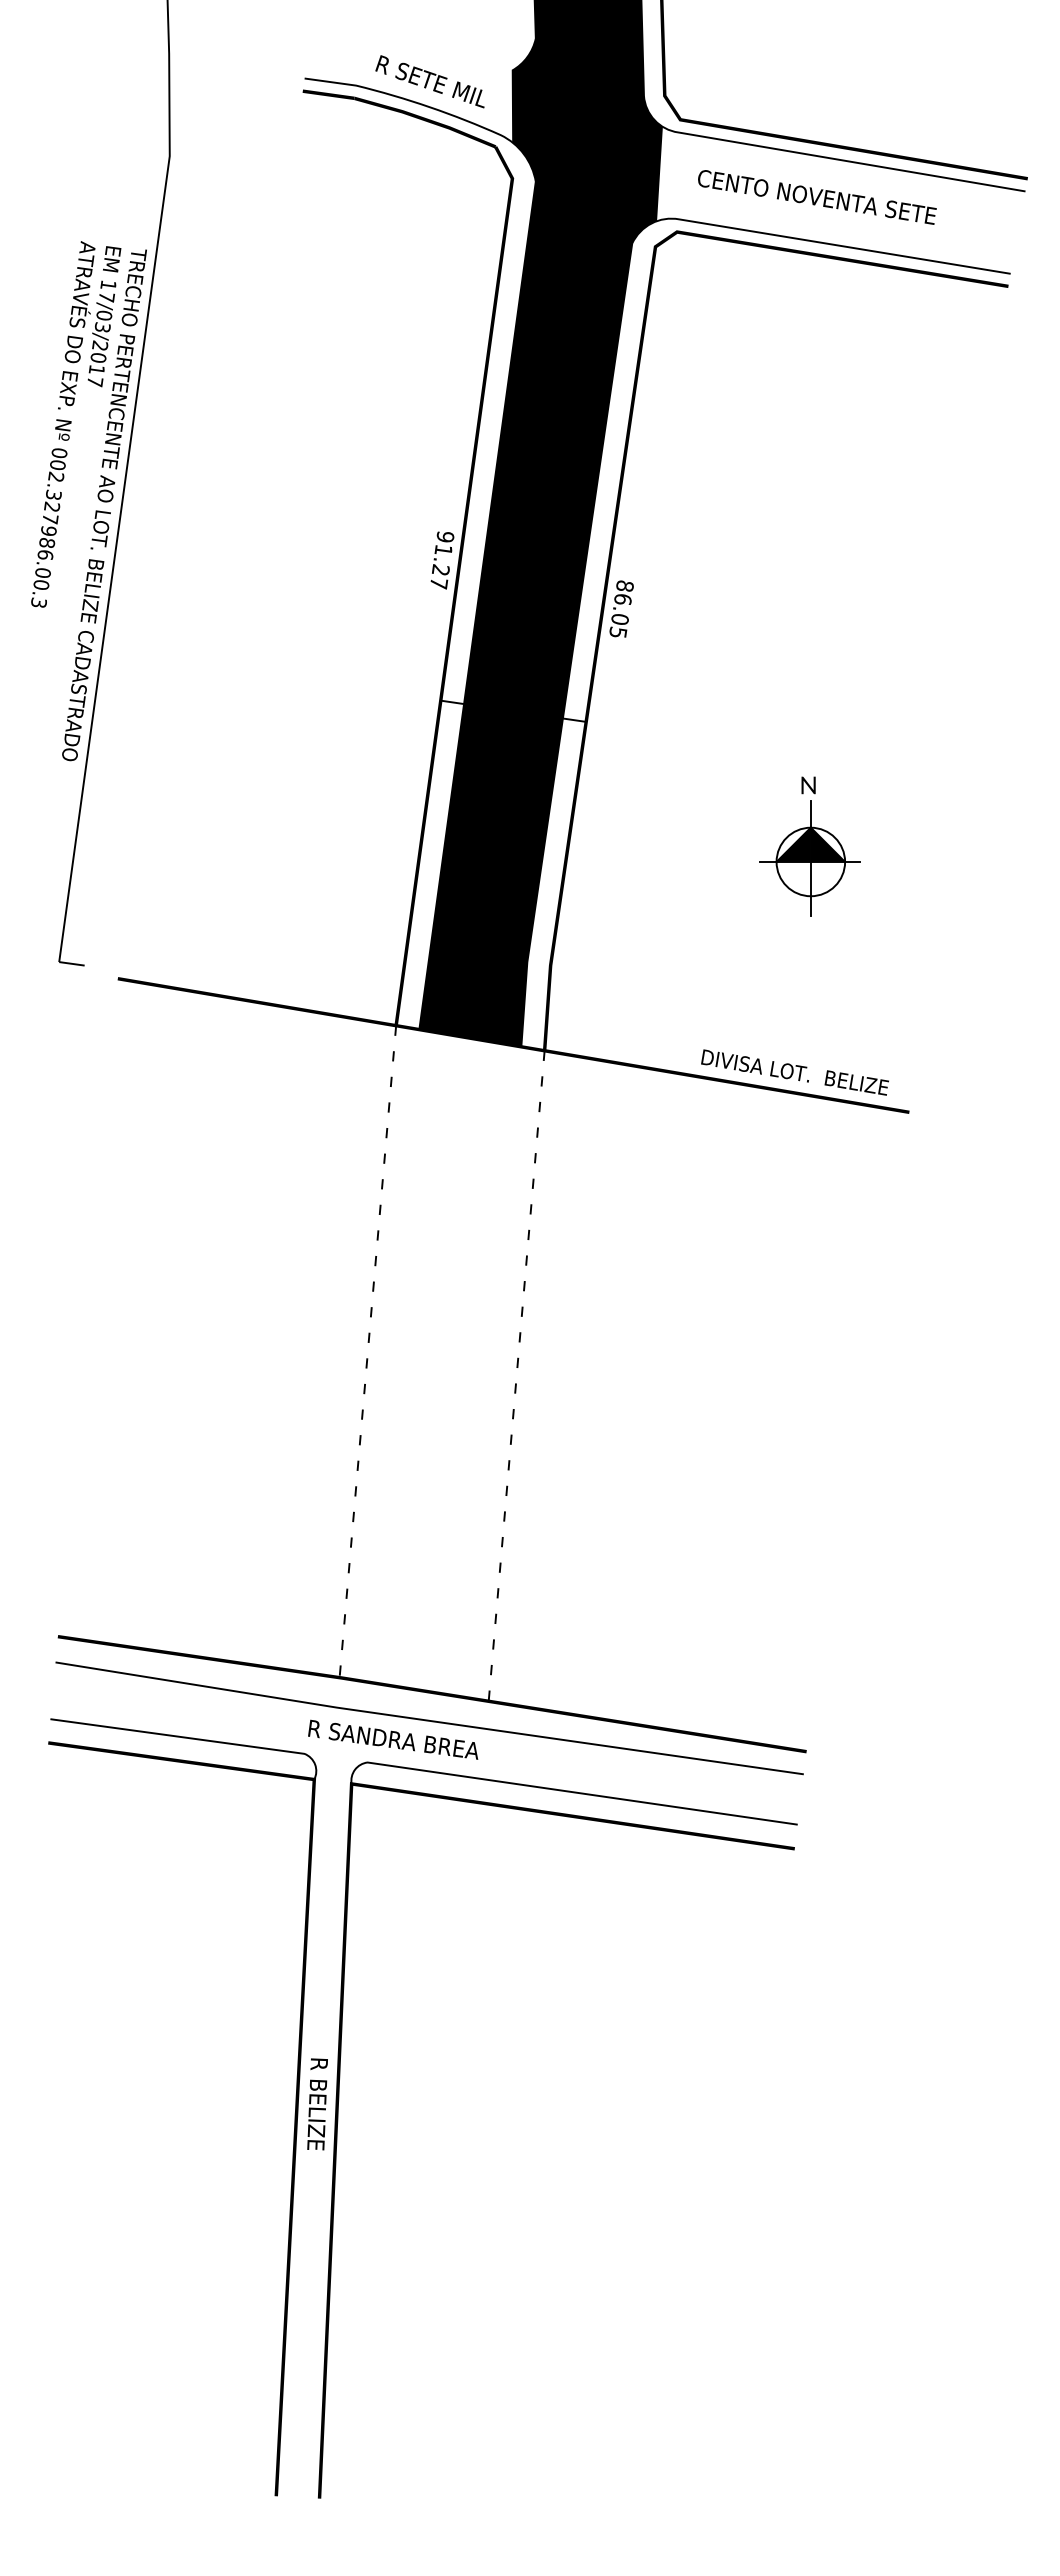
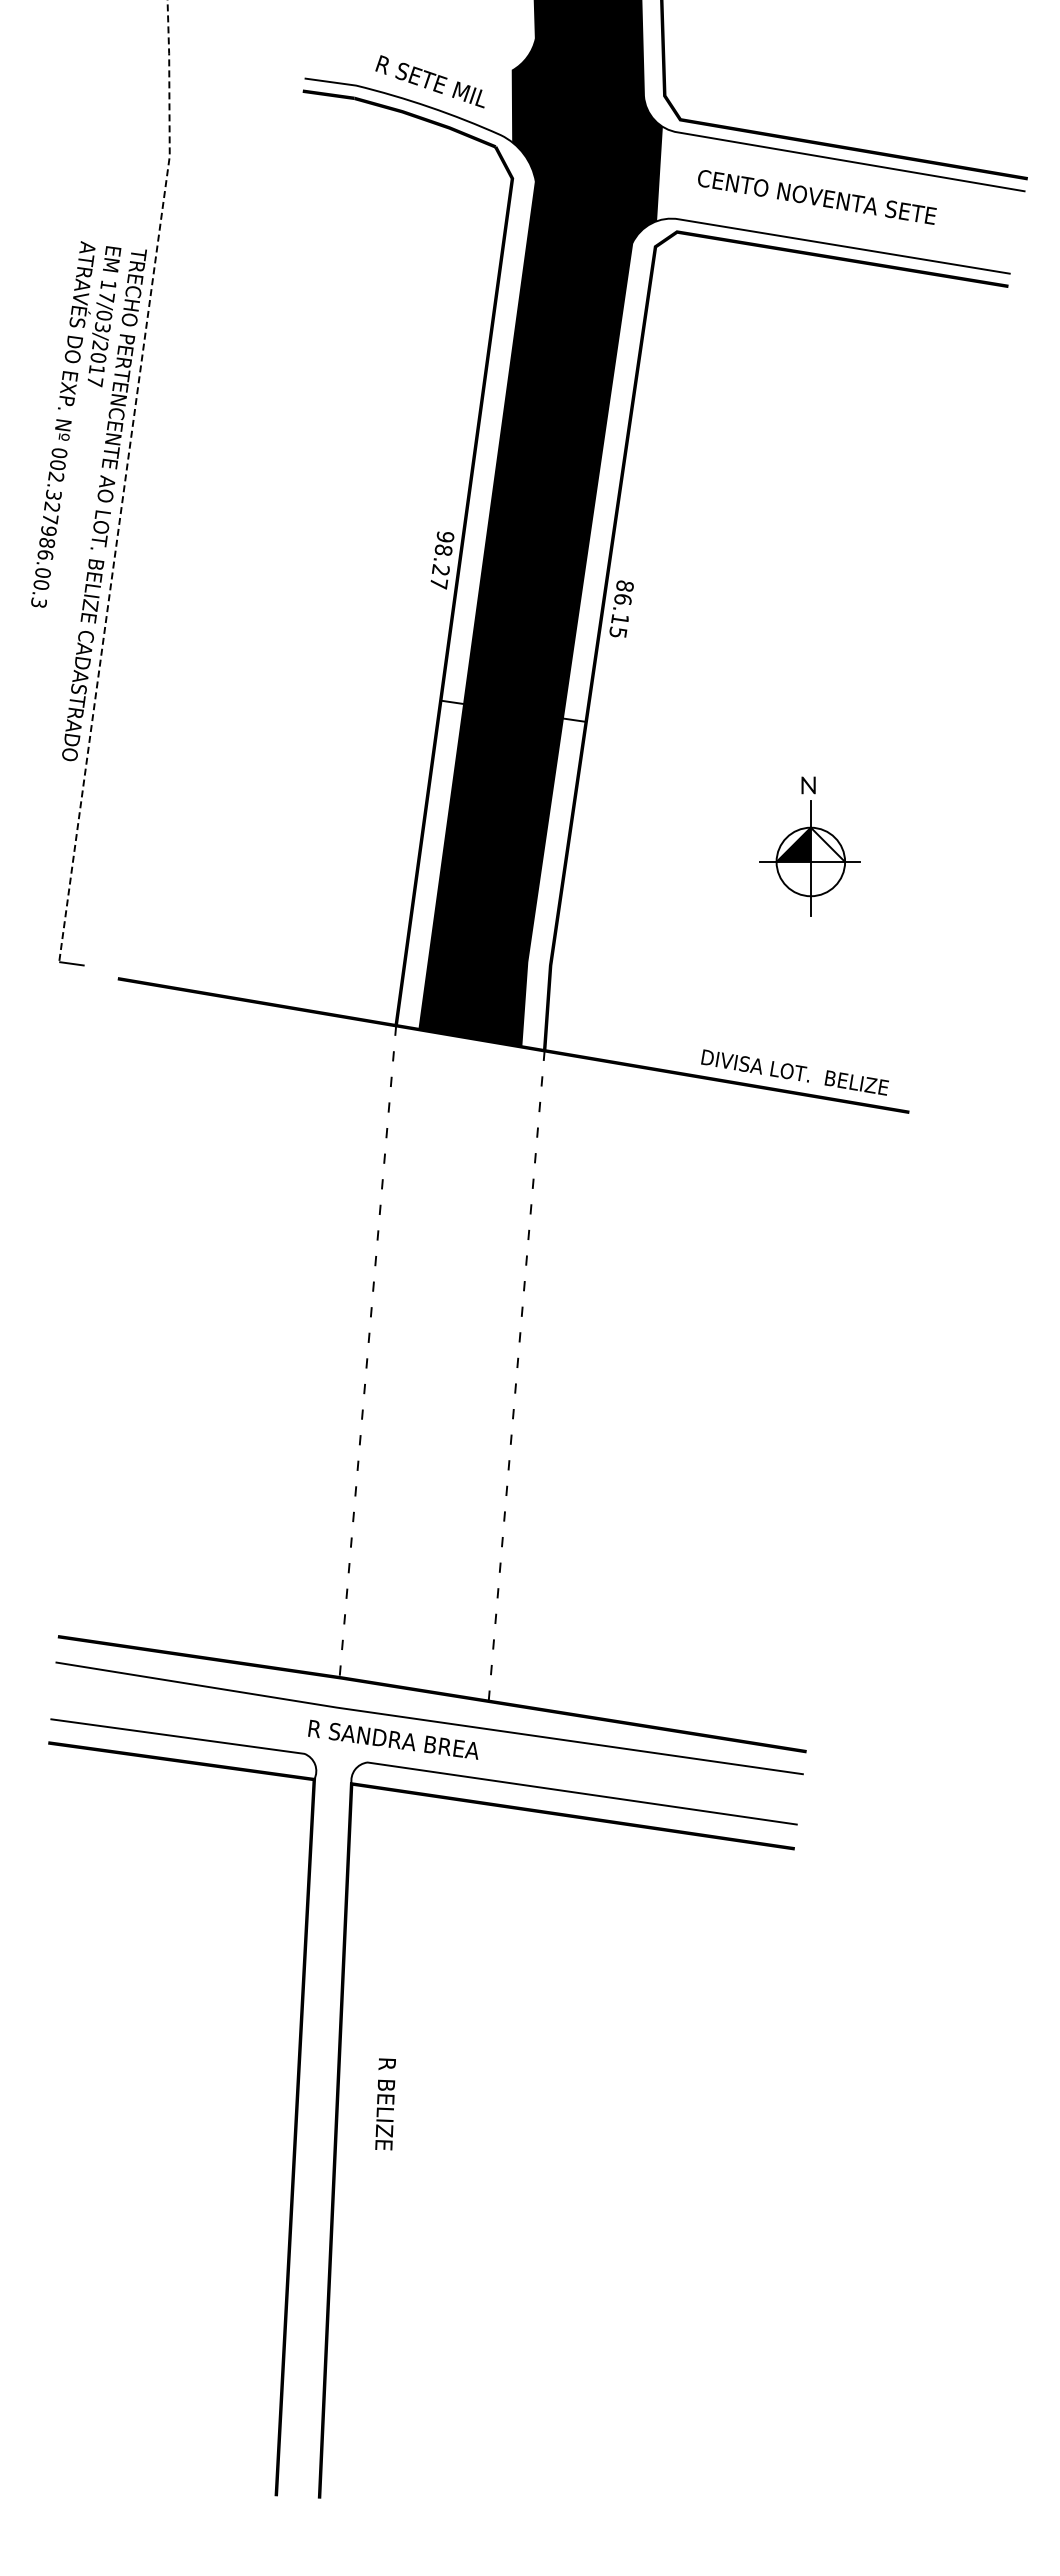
line at (125, 480): solid -> dashed
text at (443, 549): 91.27 -> 98.27
text at (619, 619): 86.05 -> 86.15
fill at (827, 844): present -> none
text at (317, 2104) position: (317, 2104) -> (385, 2104)
